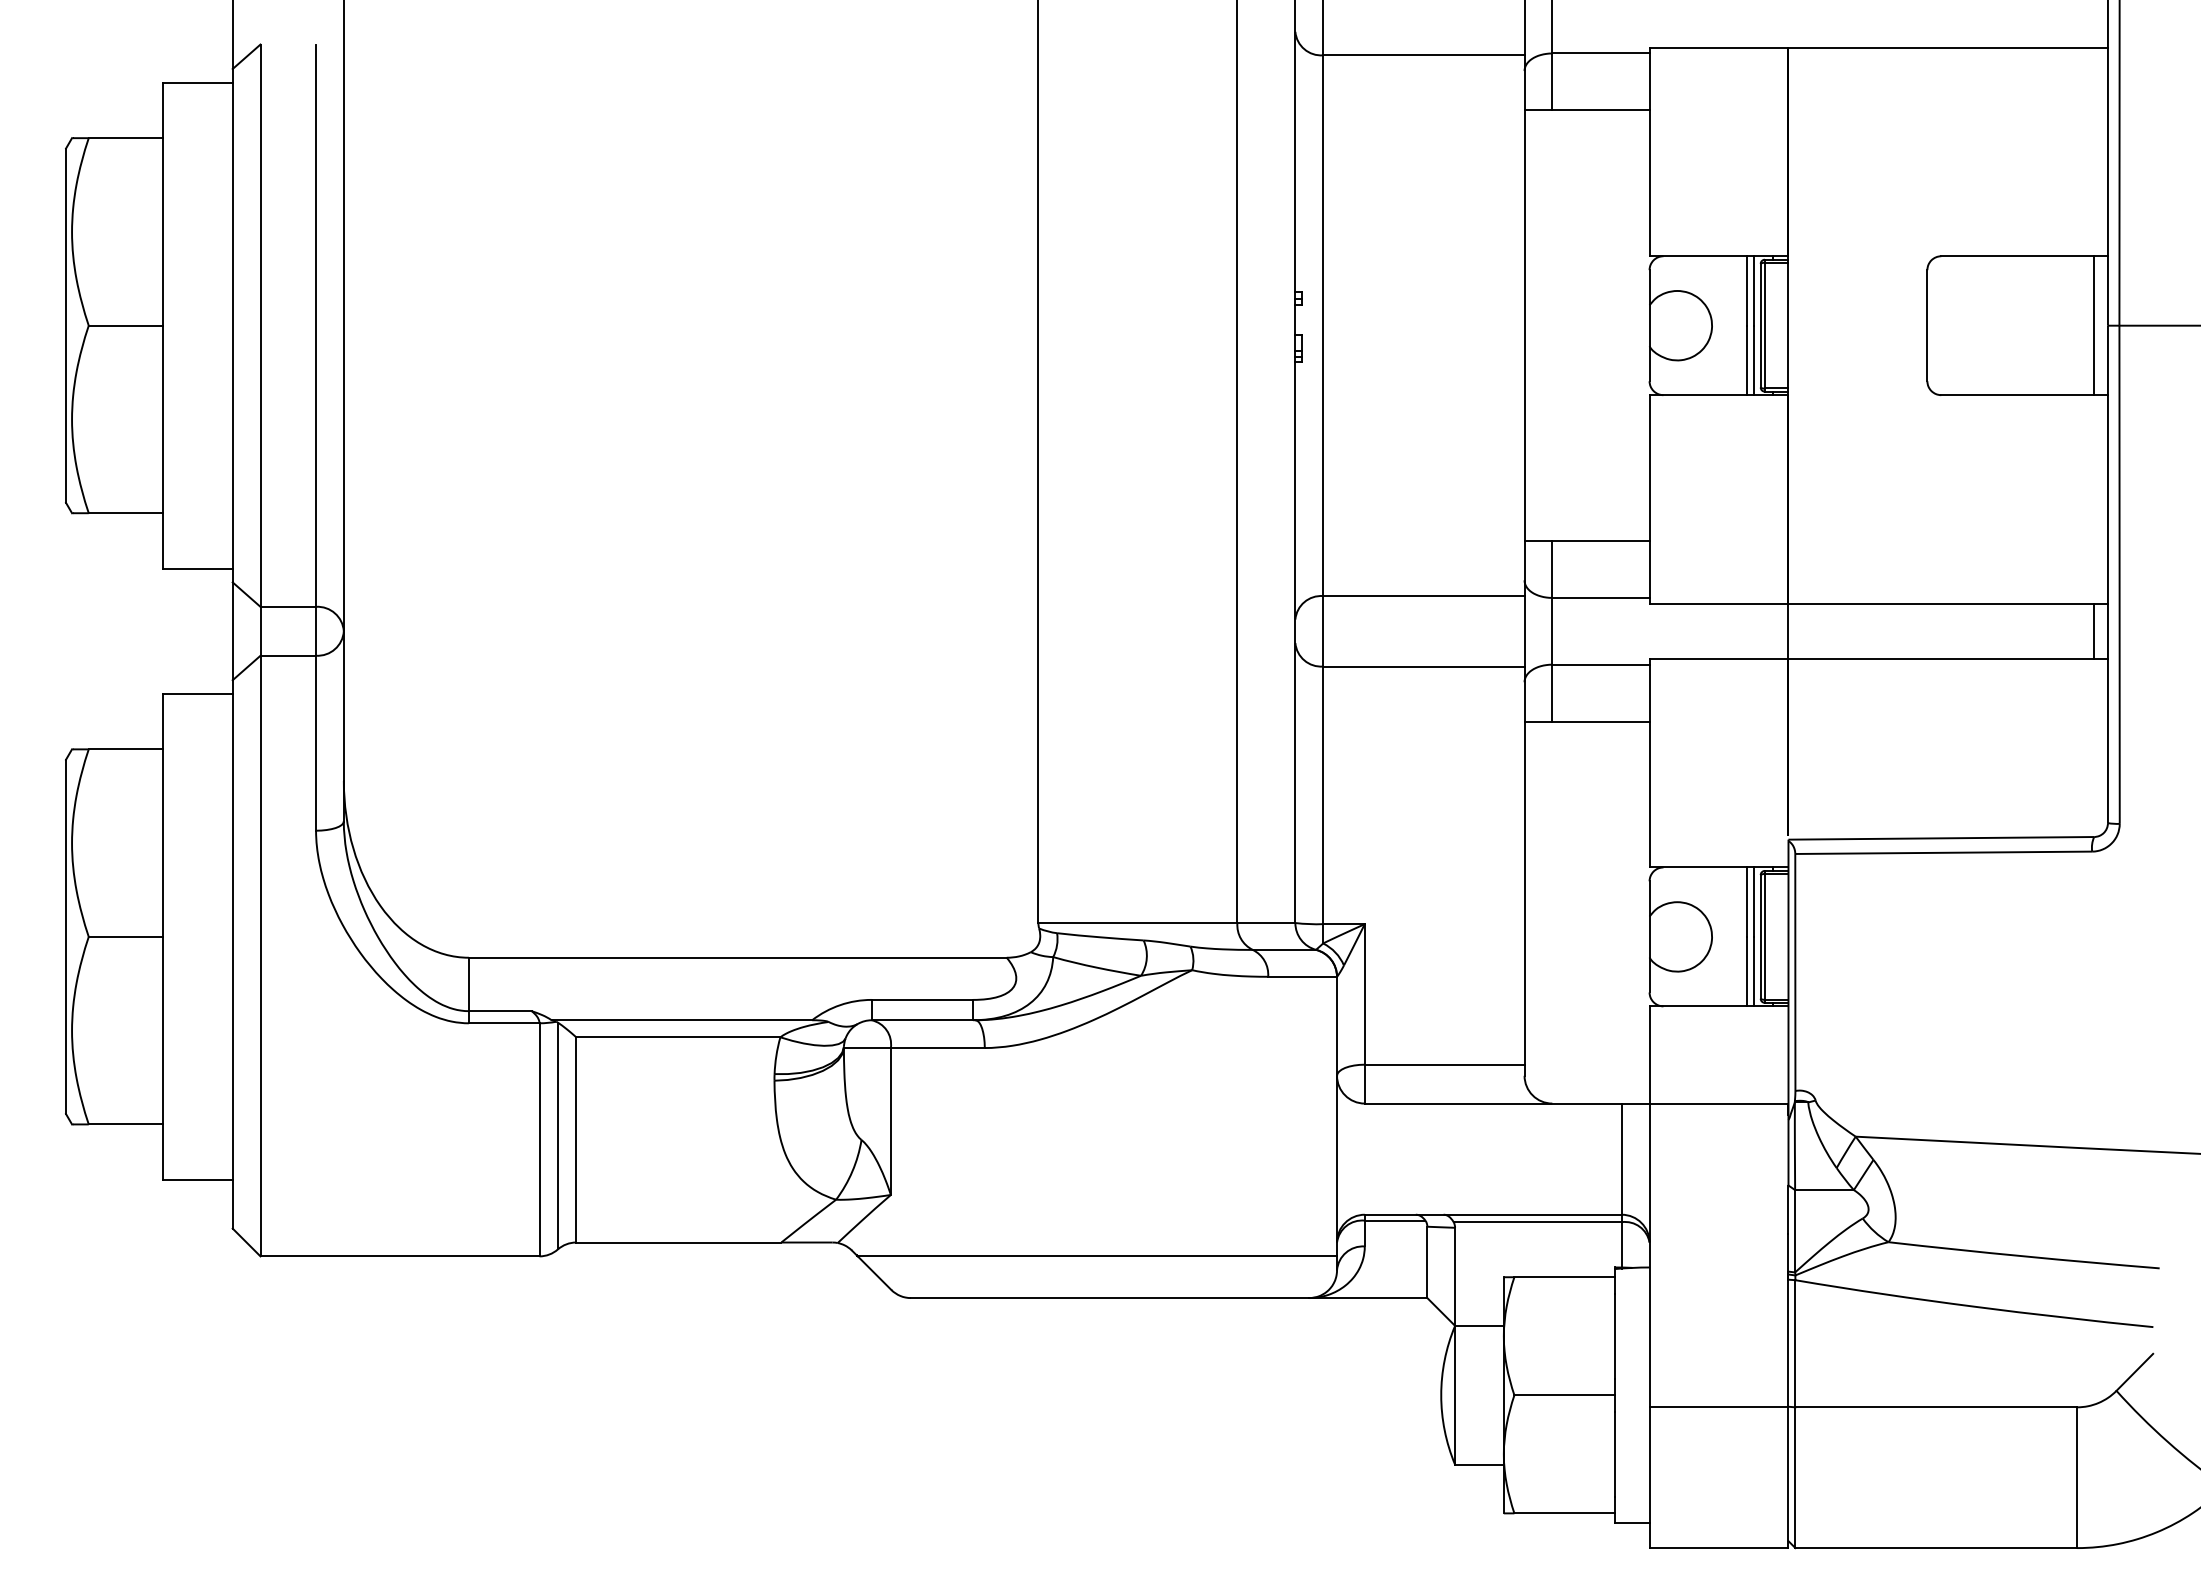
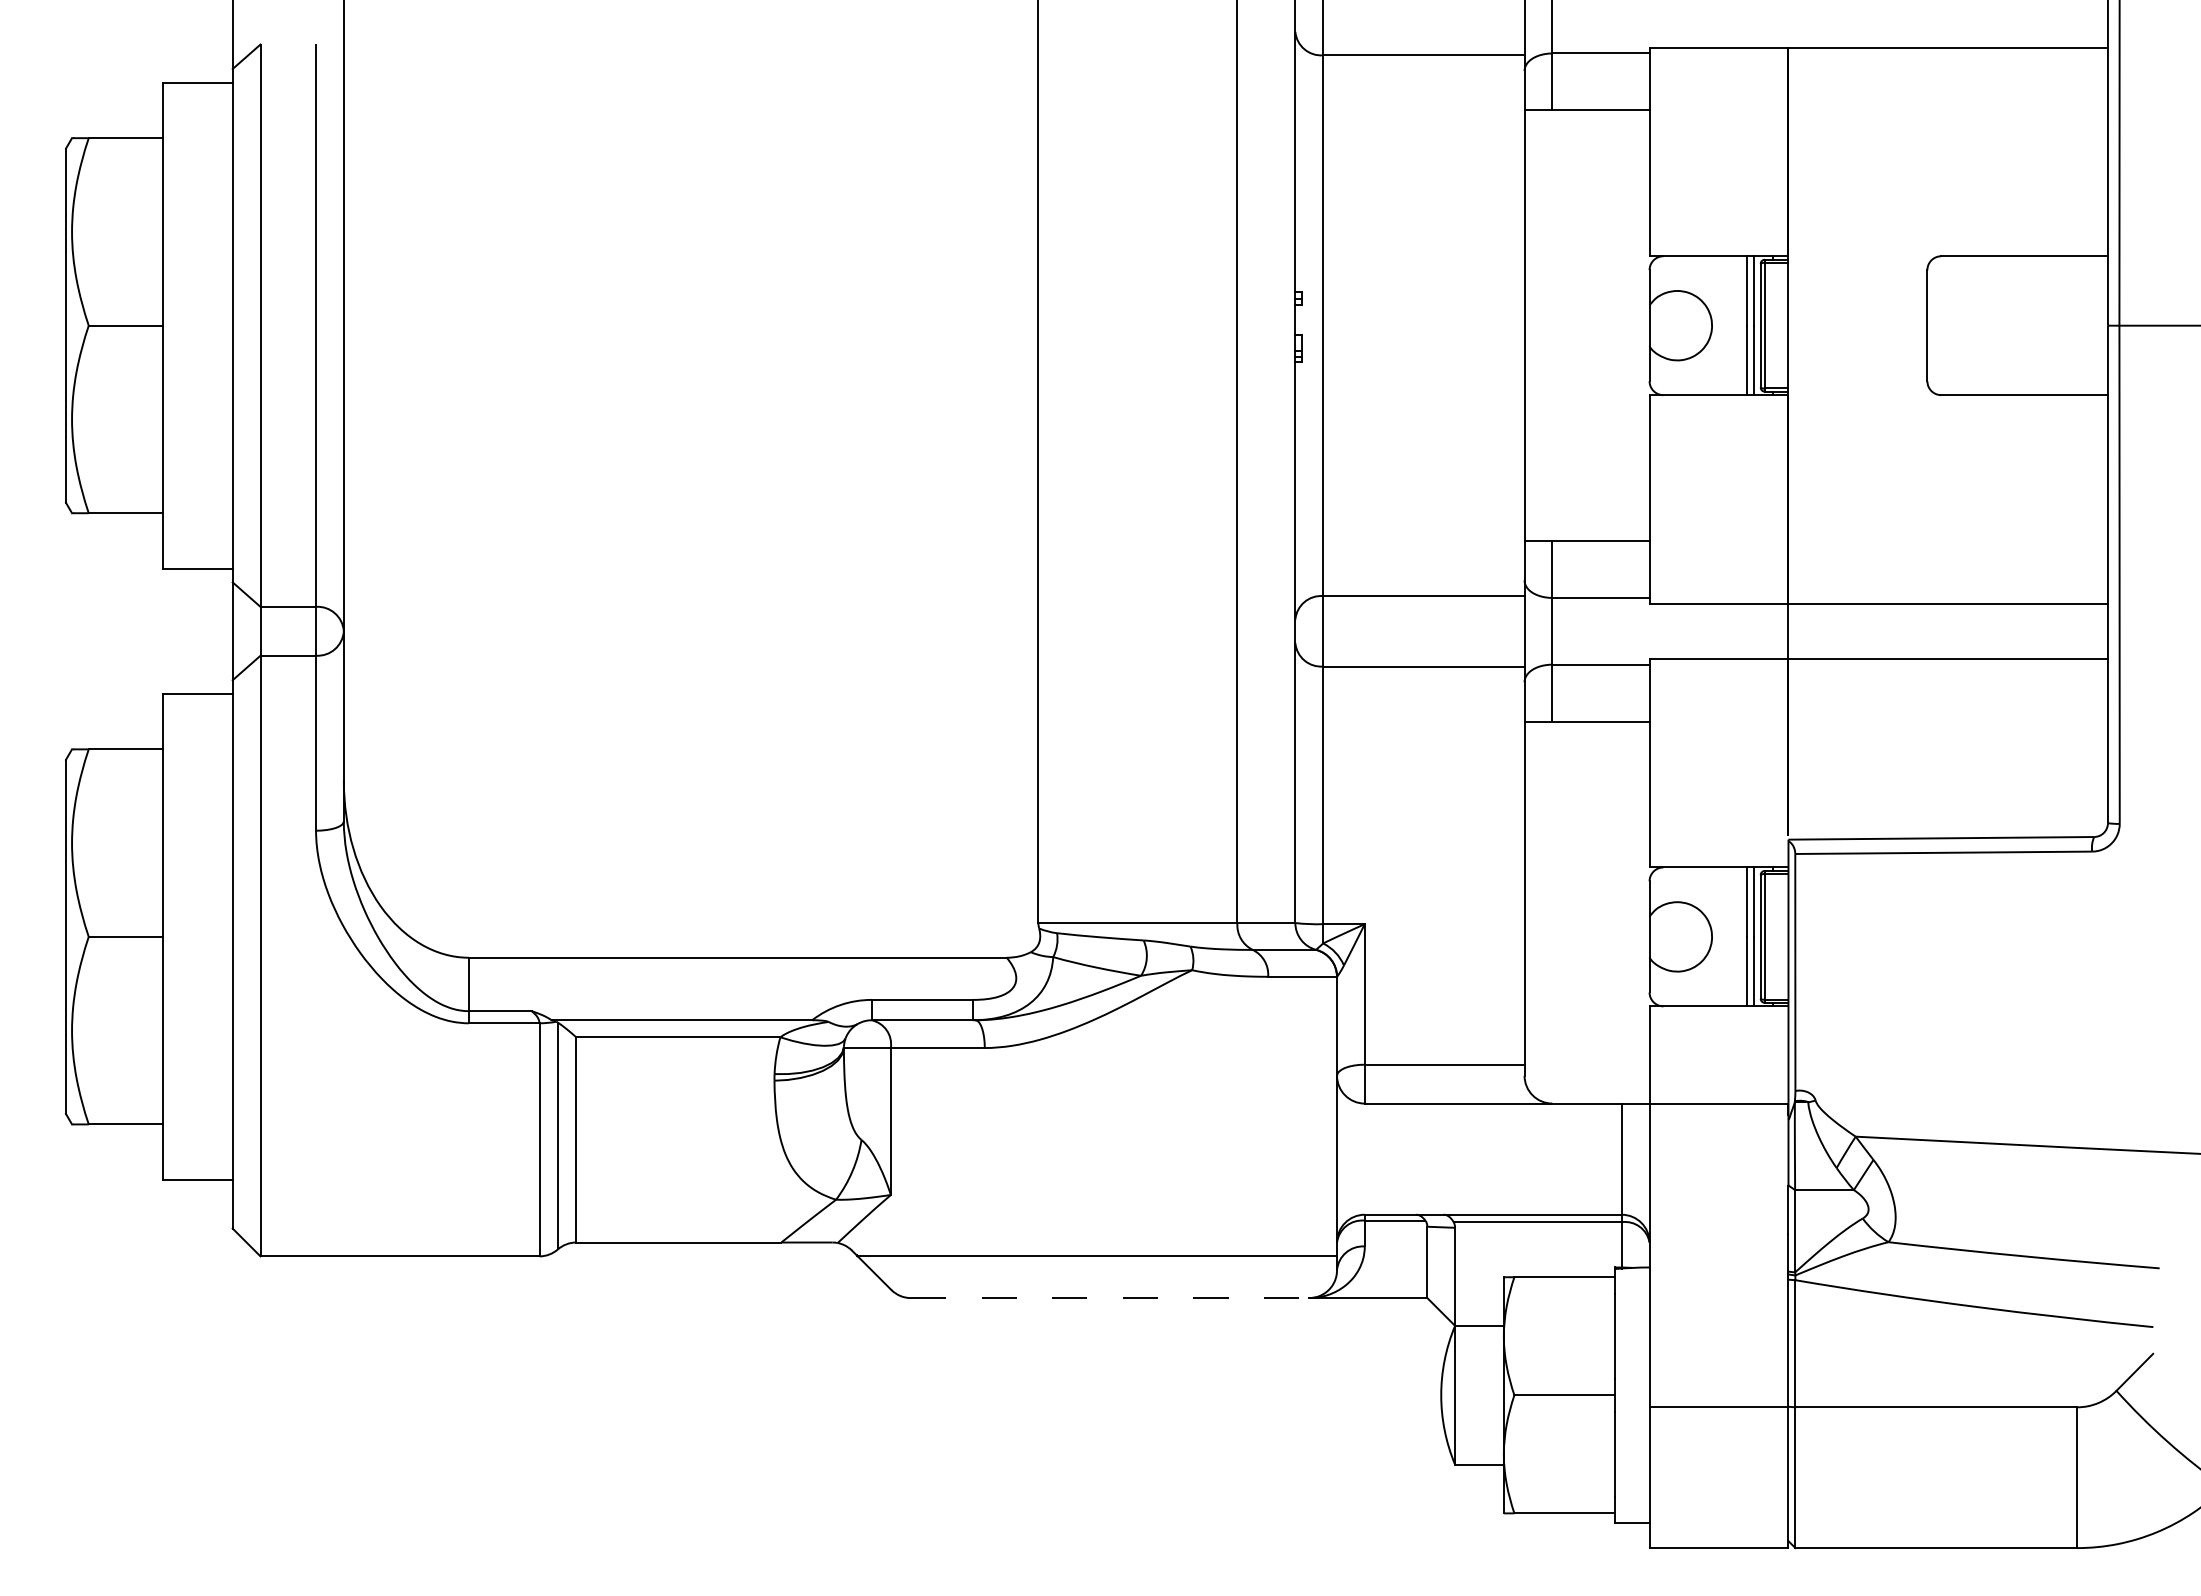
line at (2094, 325): present -> none
line at (2094, 631): present -> none
line at (1110, 1298): solid -> dashed
